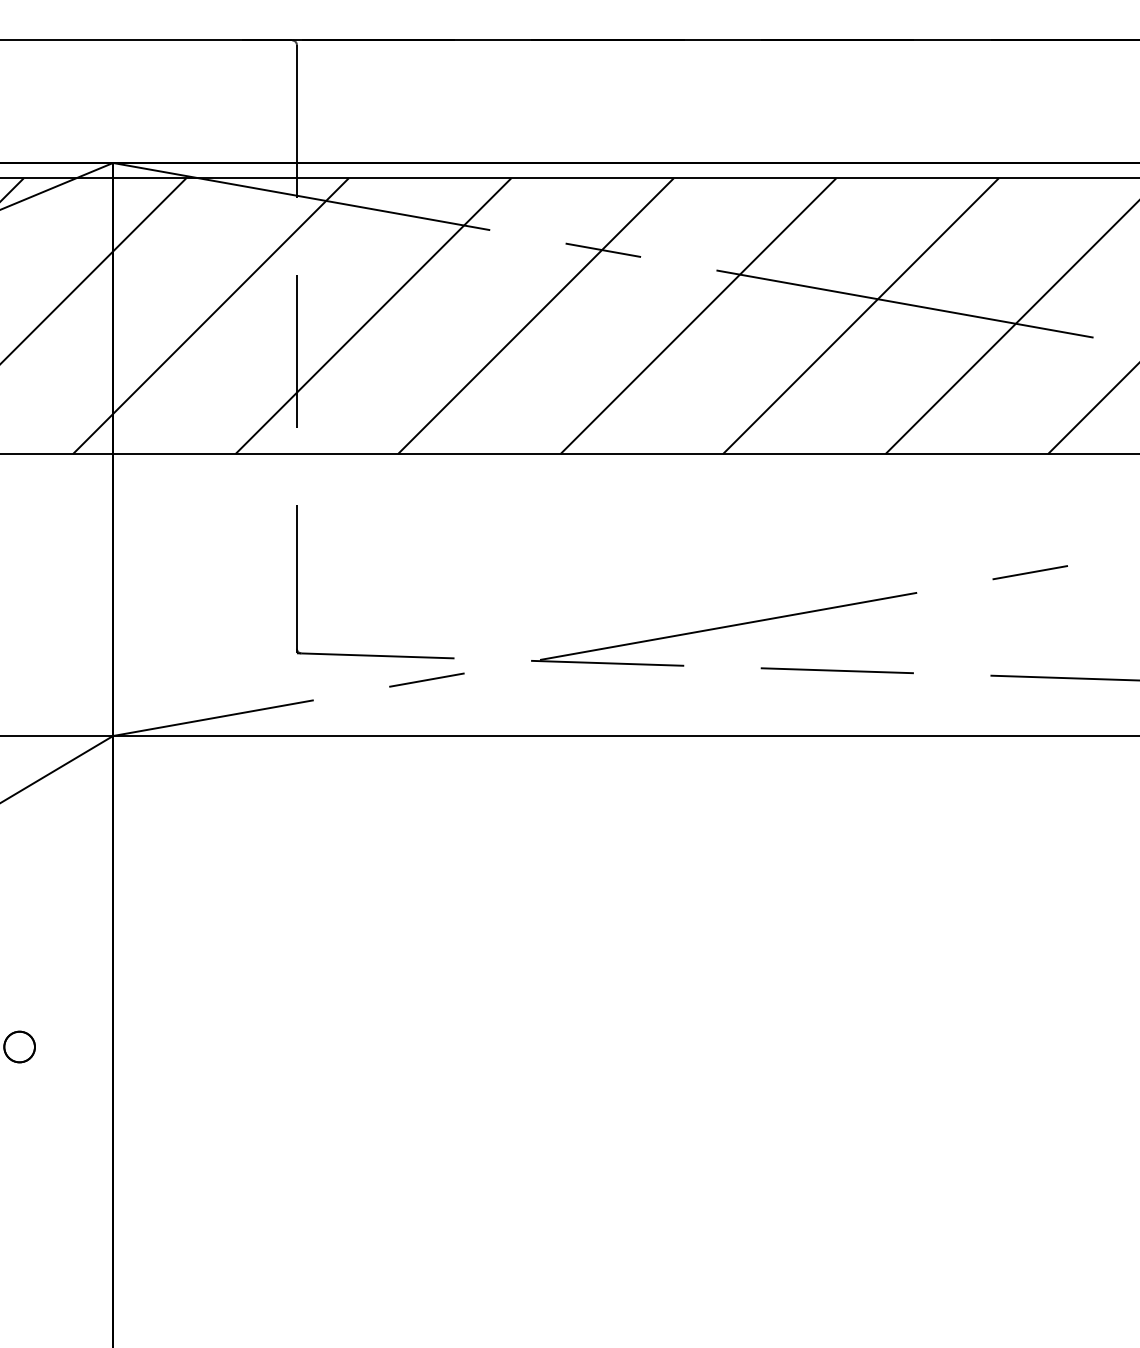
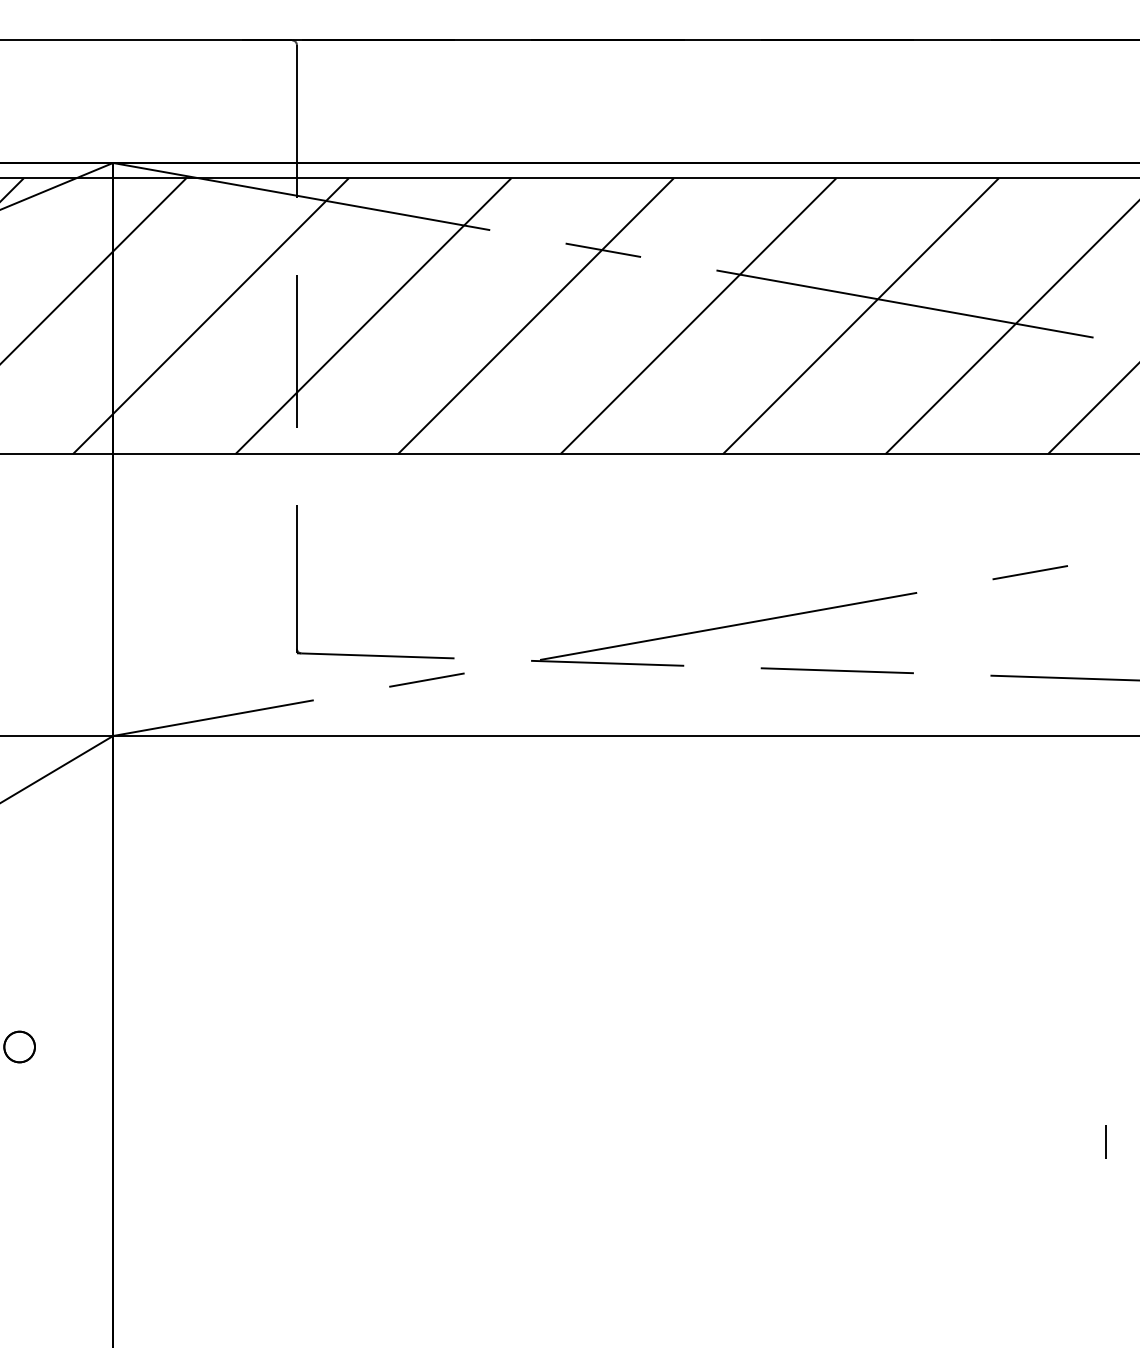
line at (1105, 1141): none -> present
